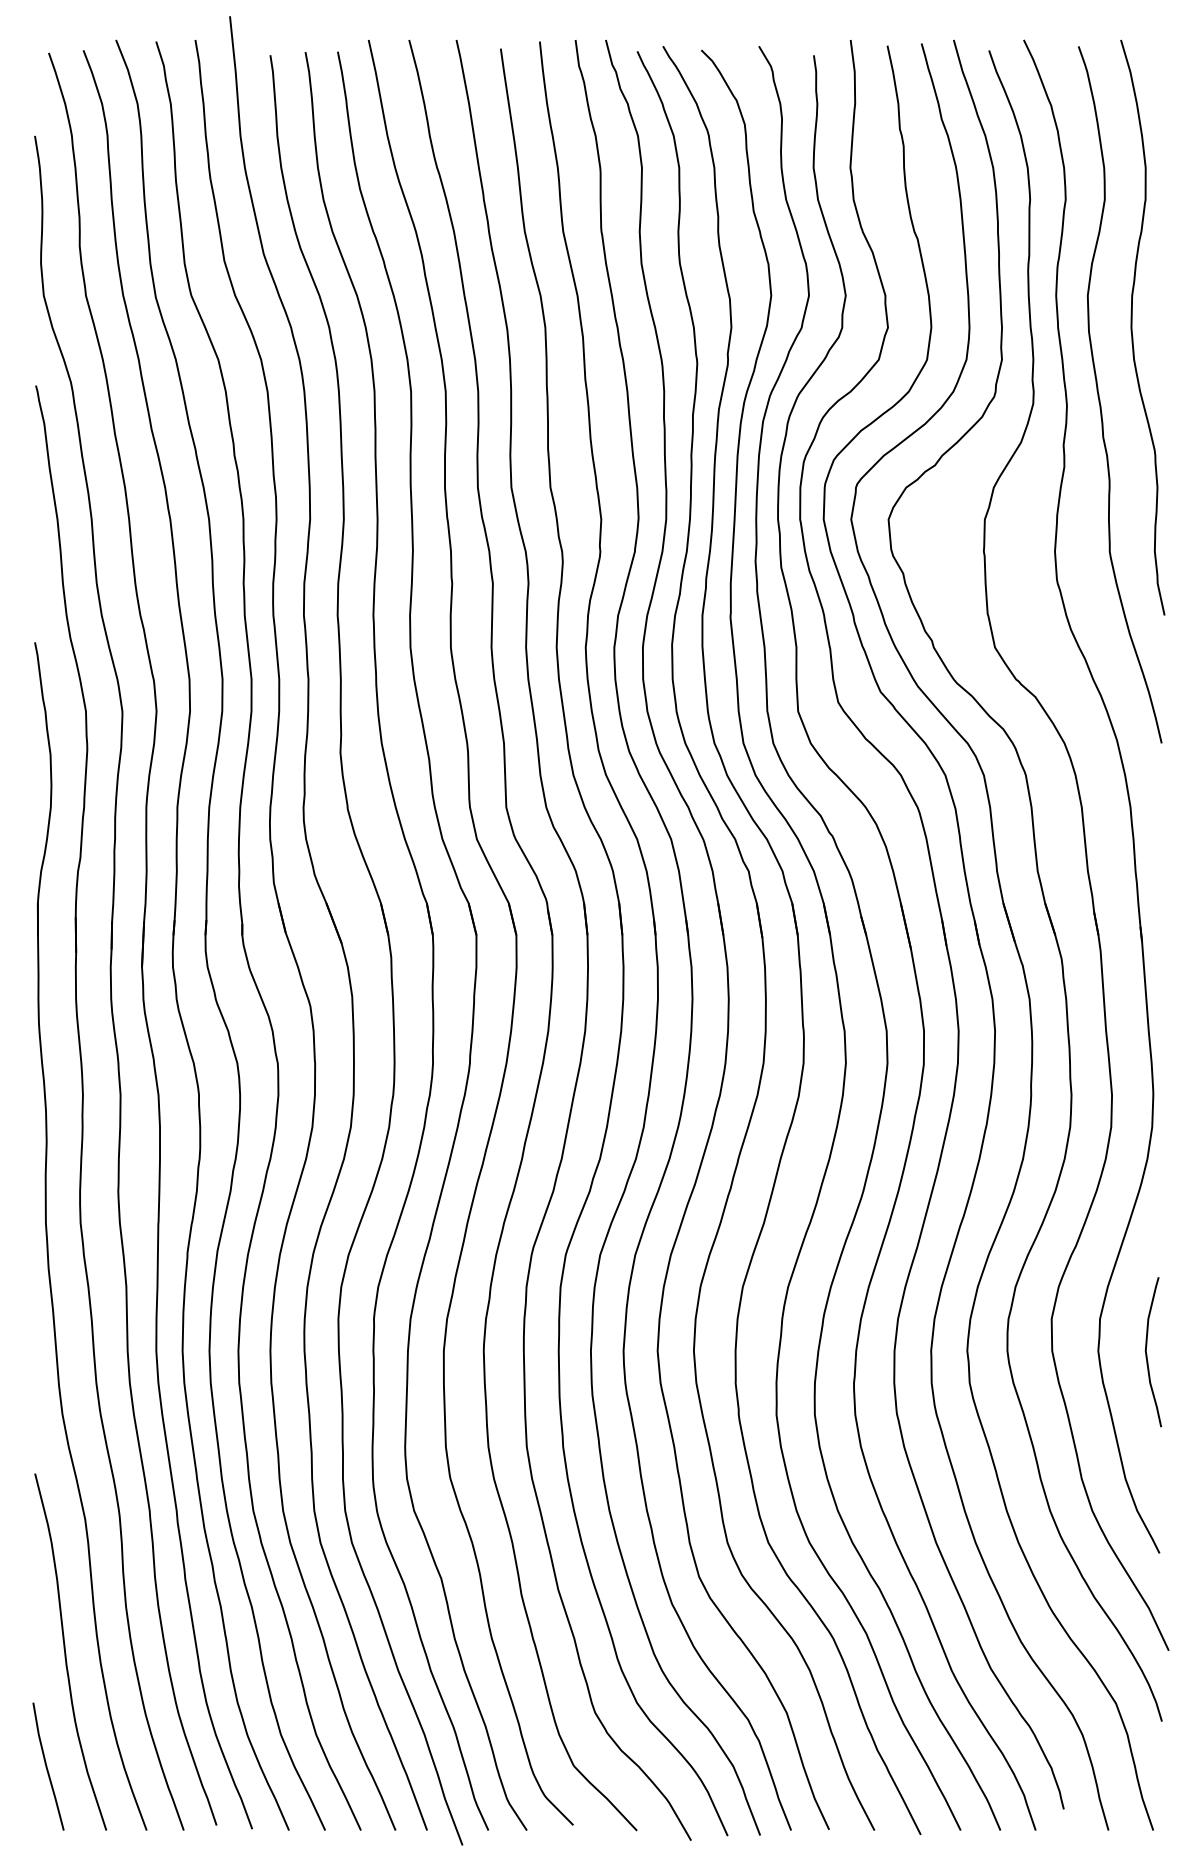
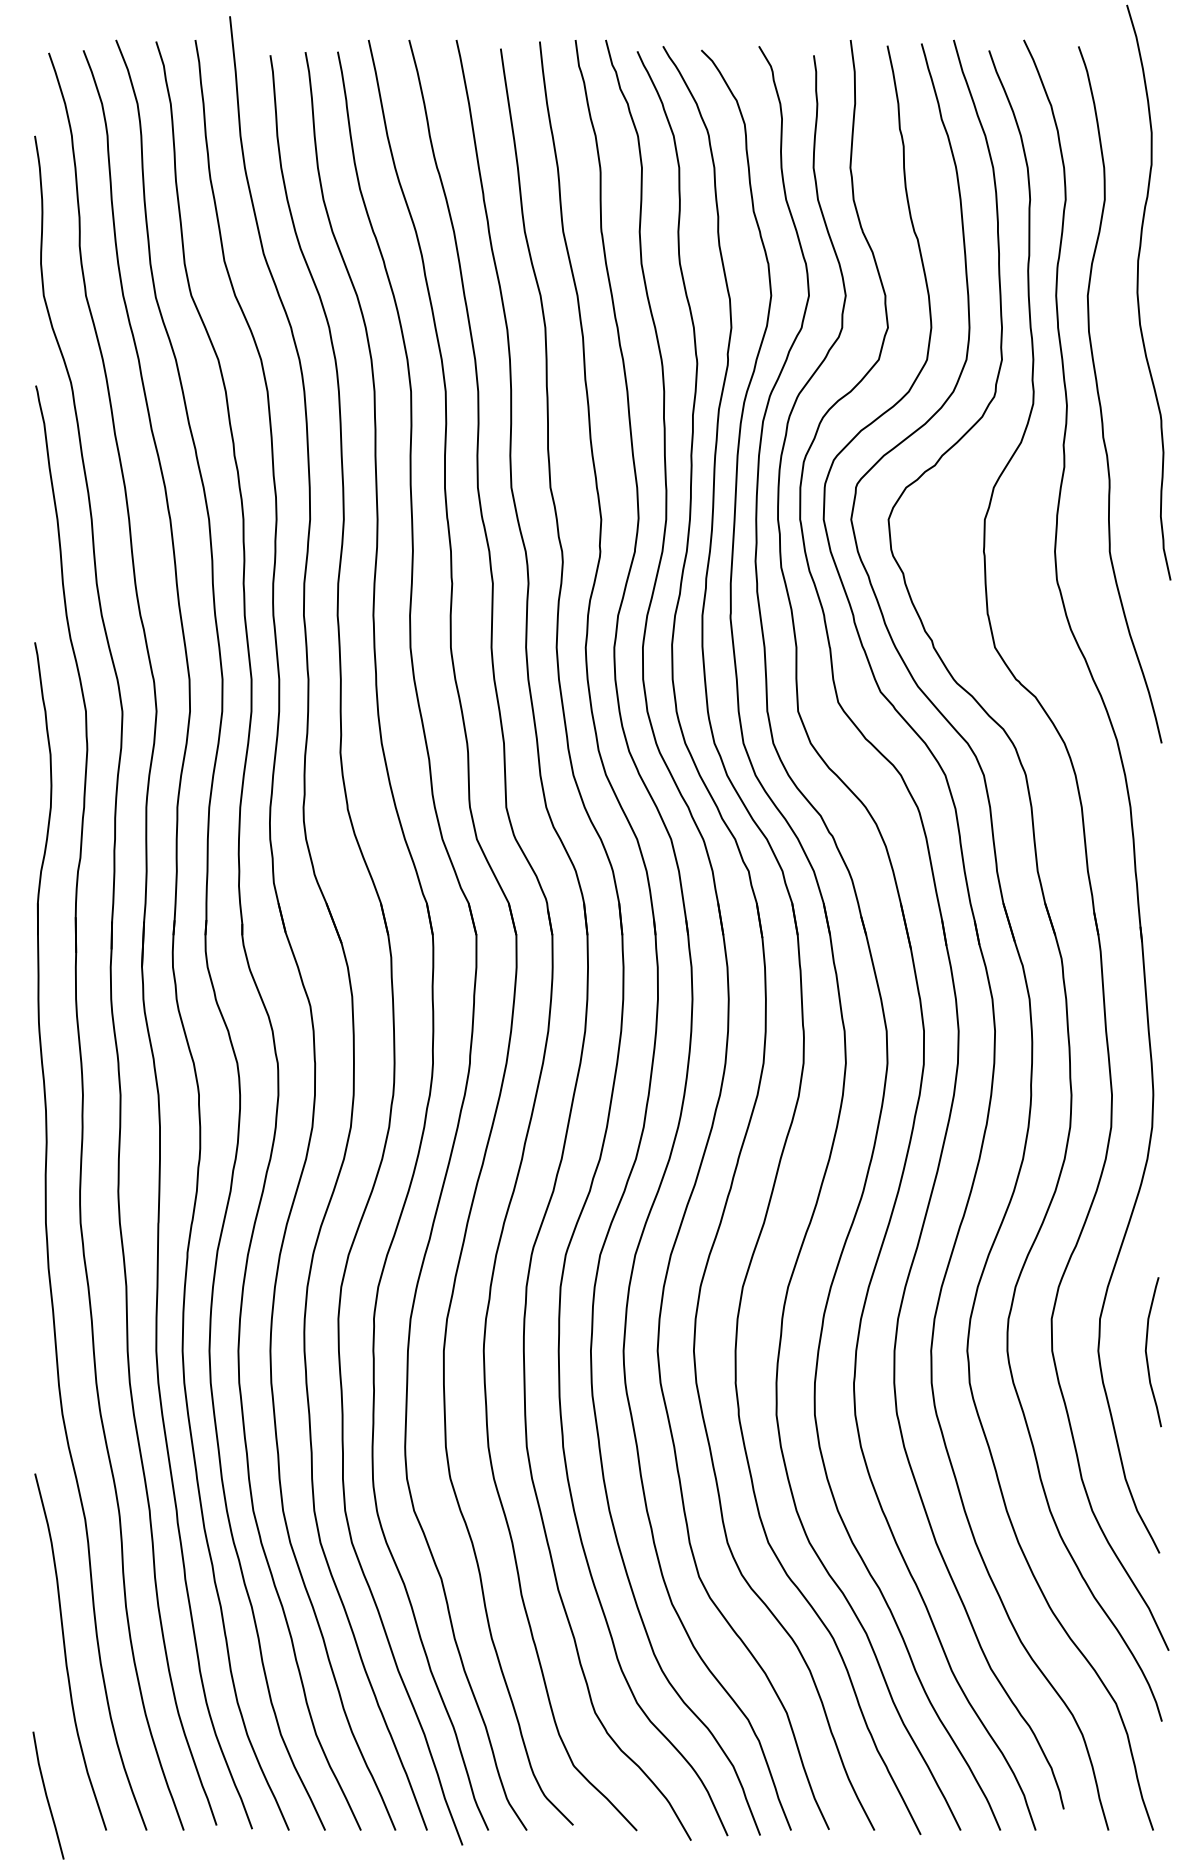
curve at (1132, 327) position: (1132, 327) -> (1138, 292)
line at (47, 1766) position: (47, 1766) -> (47, 1795)
